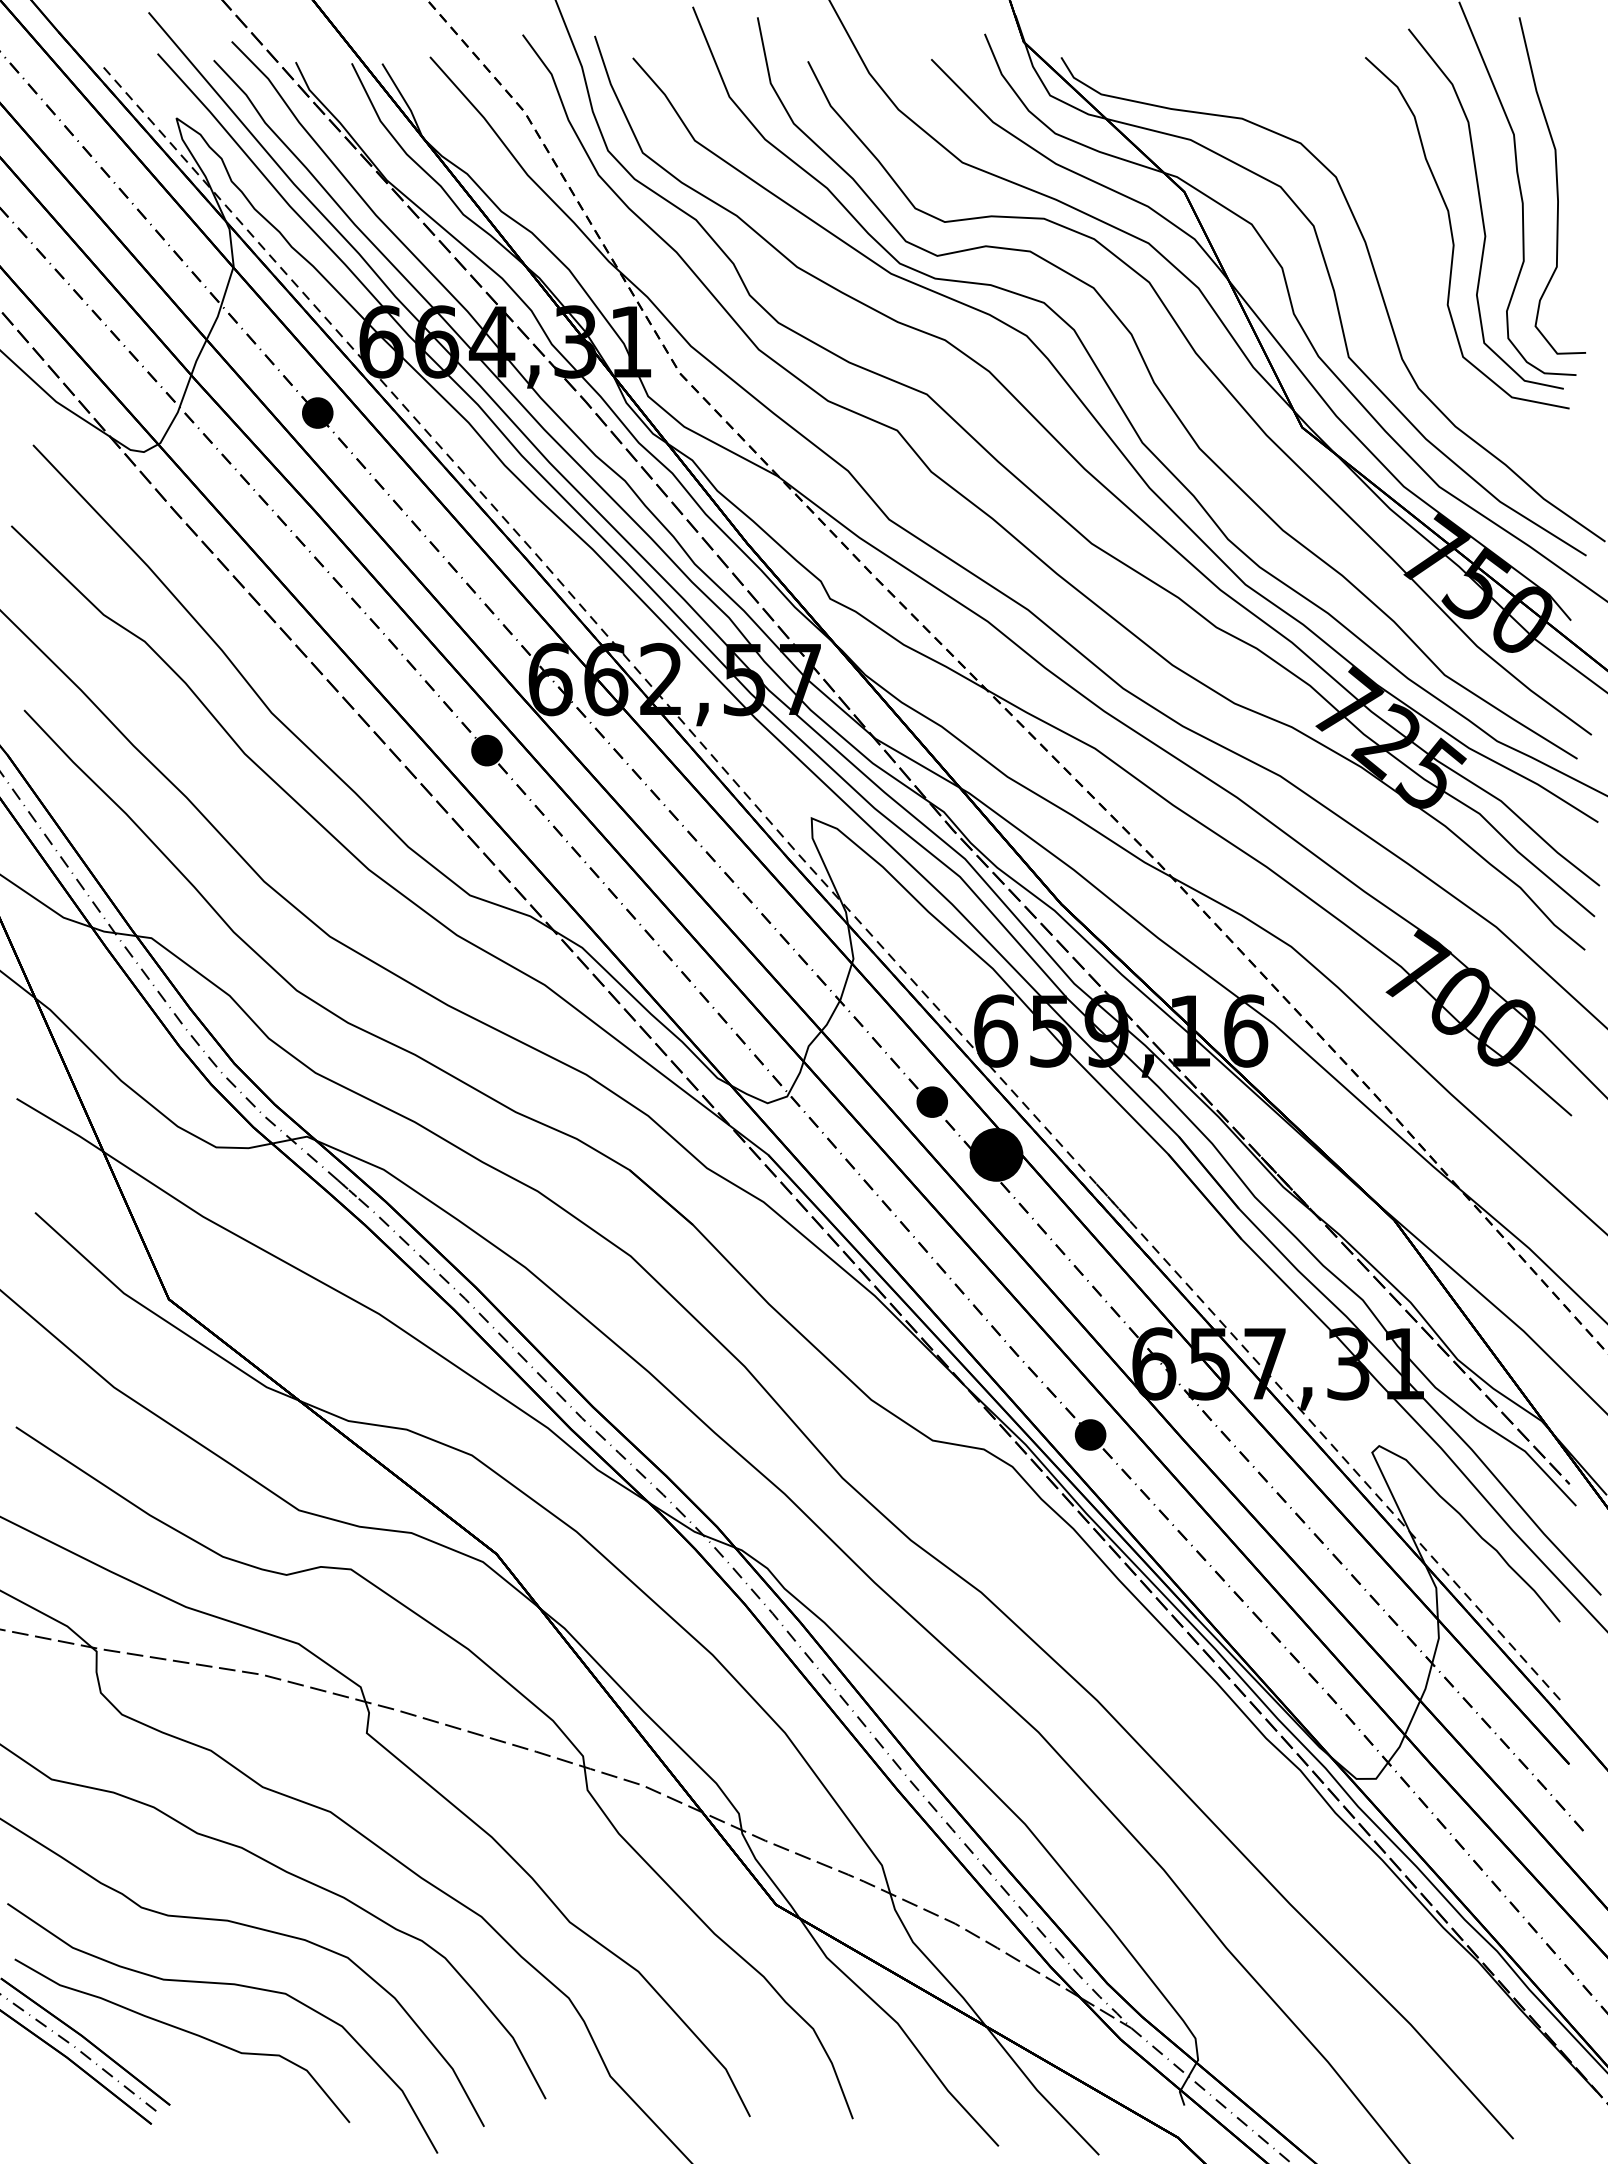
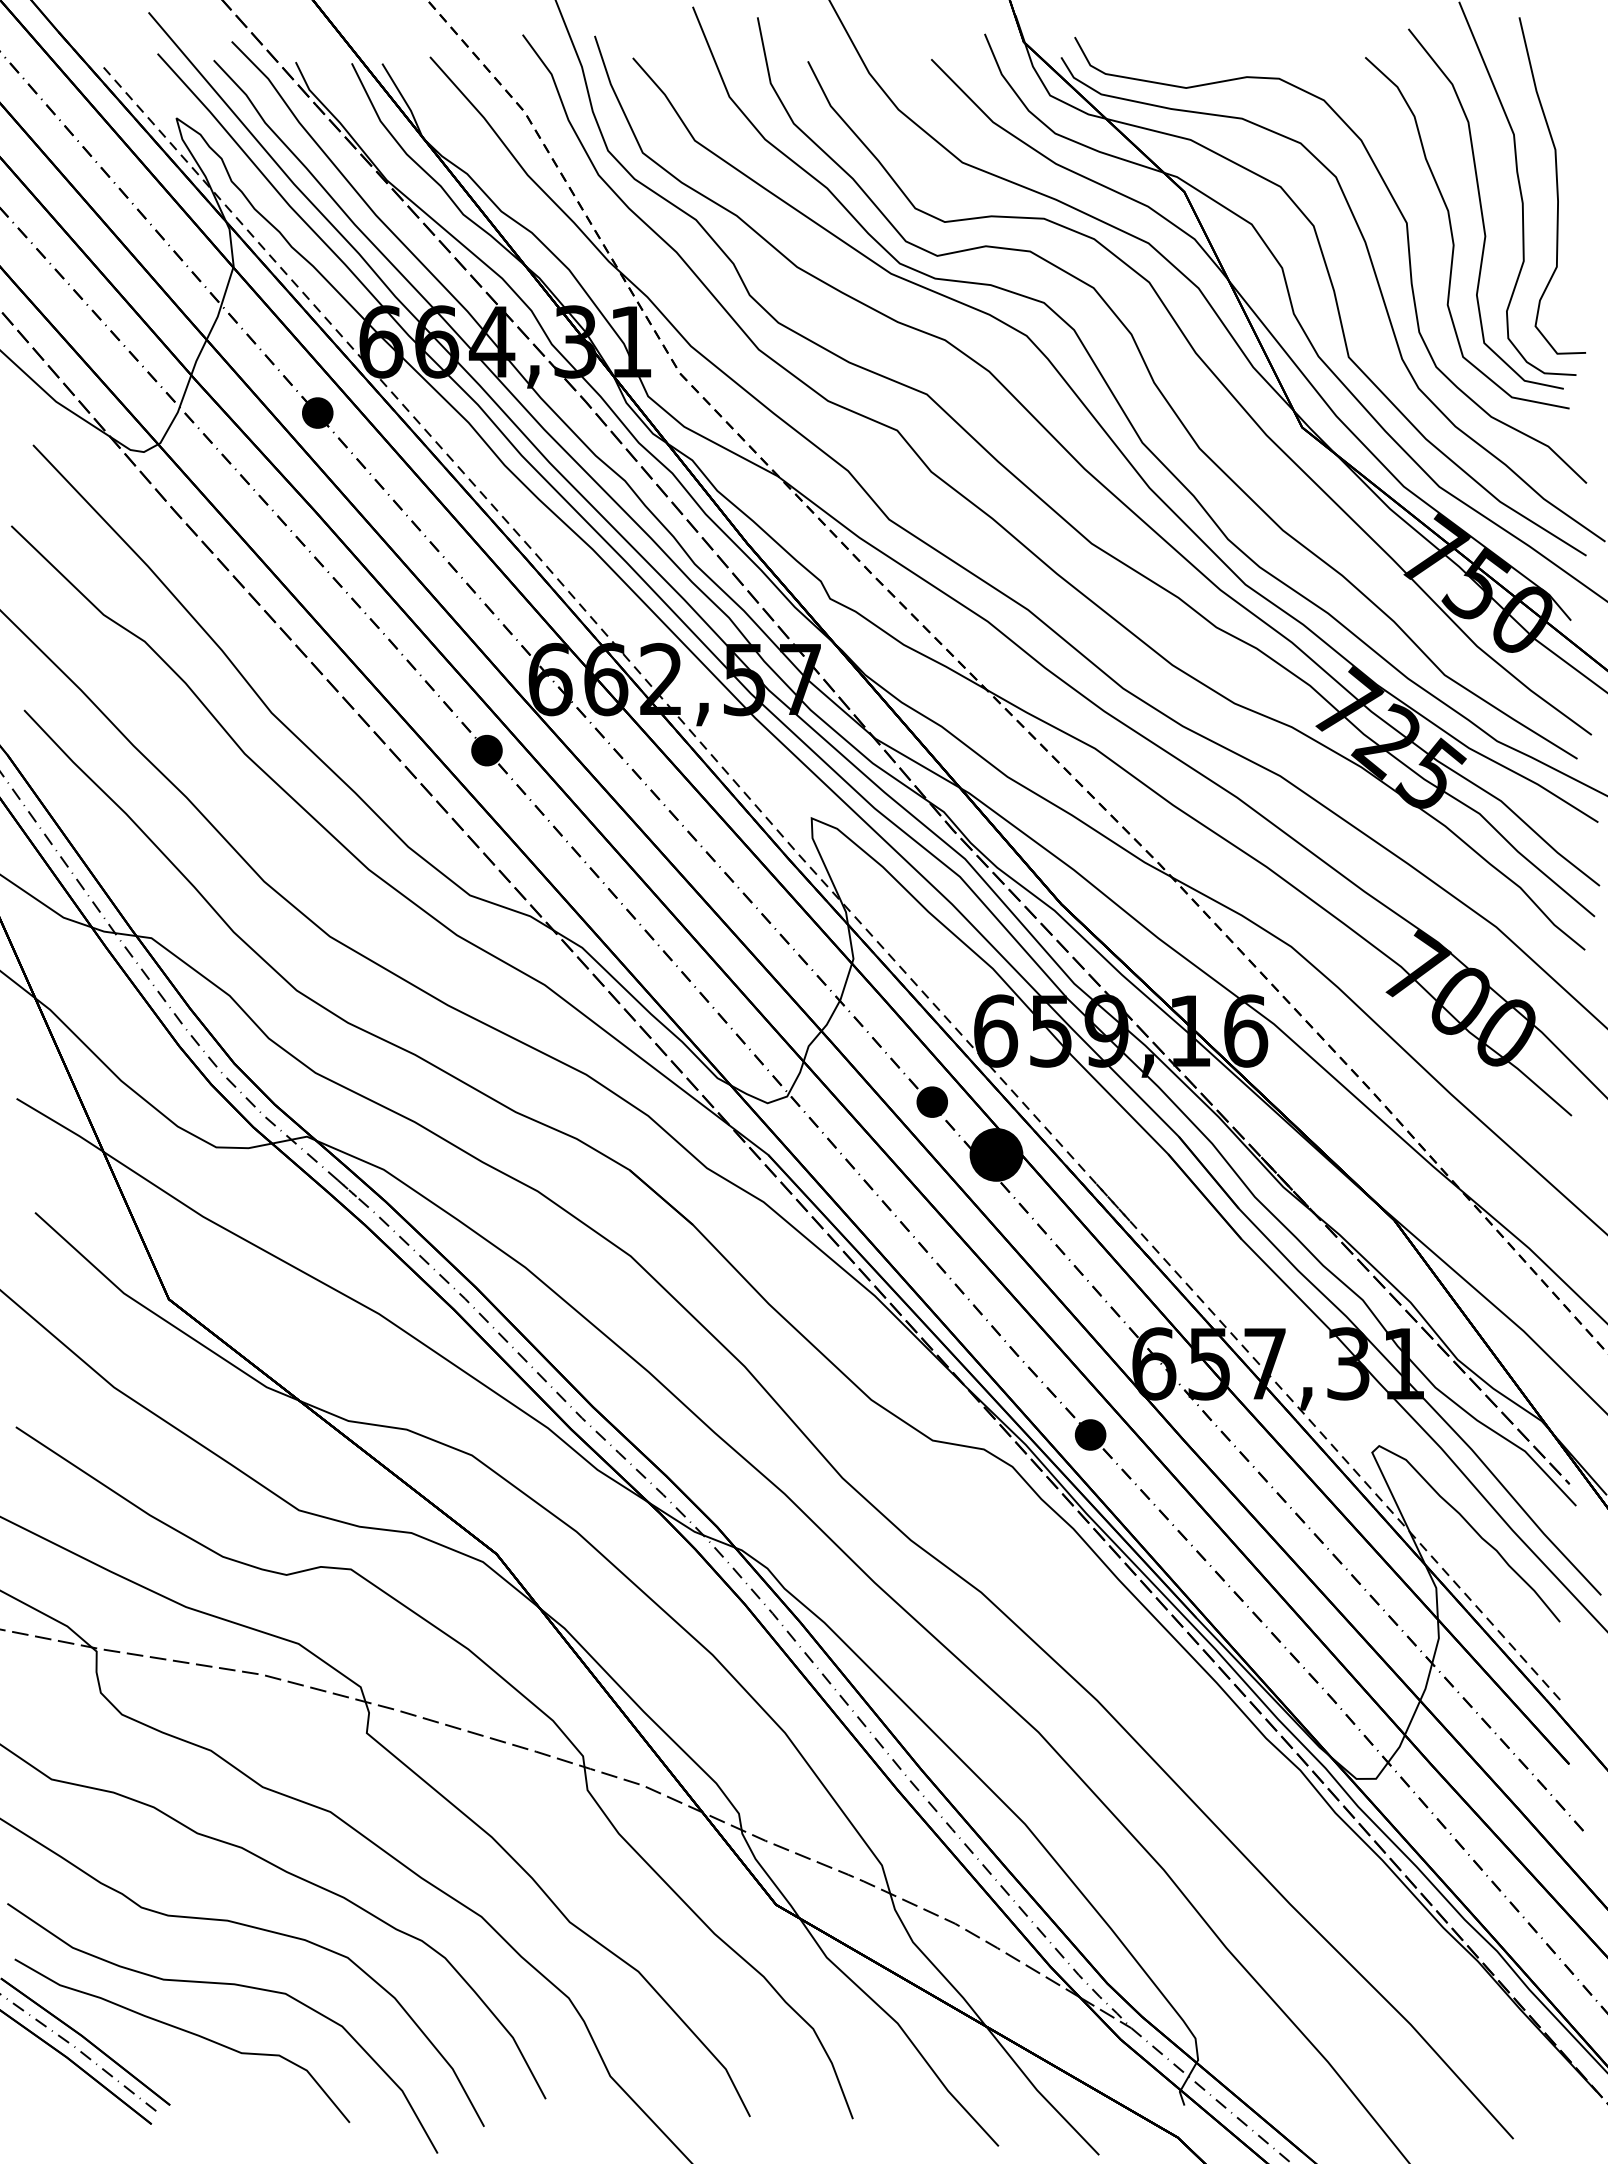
curve at (1408, 259): none -> present
